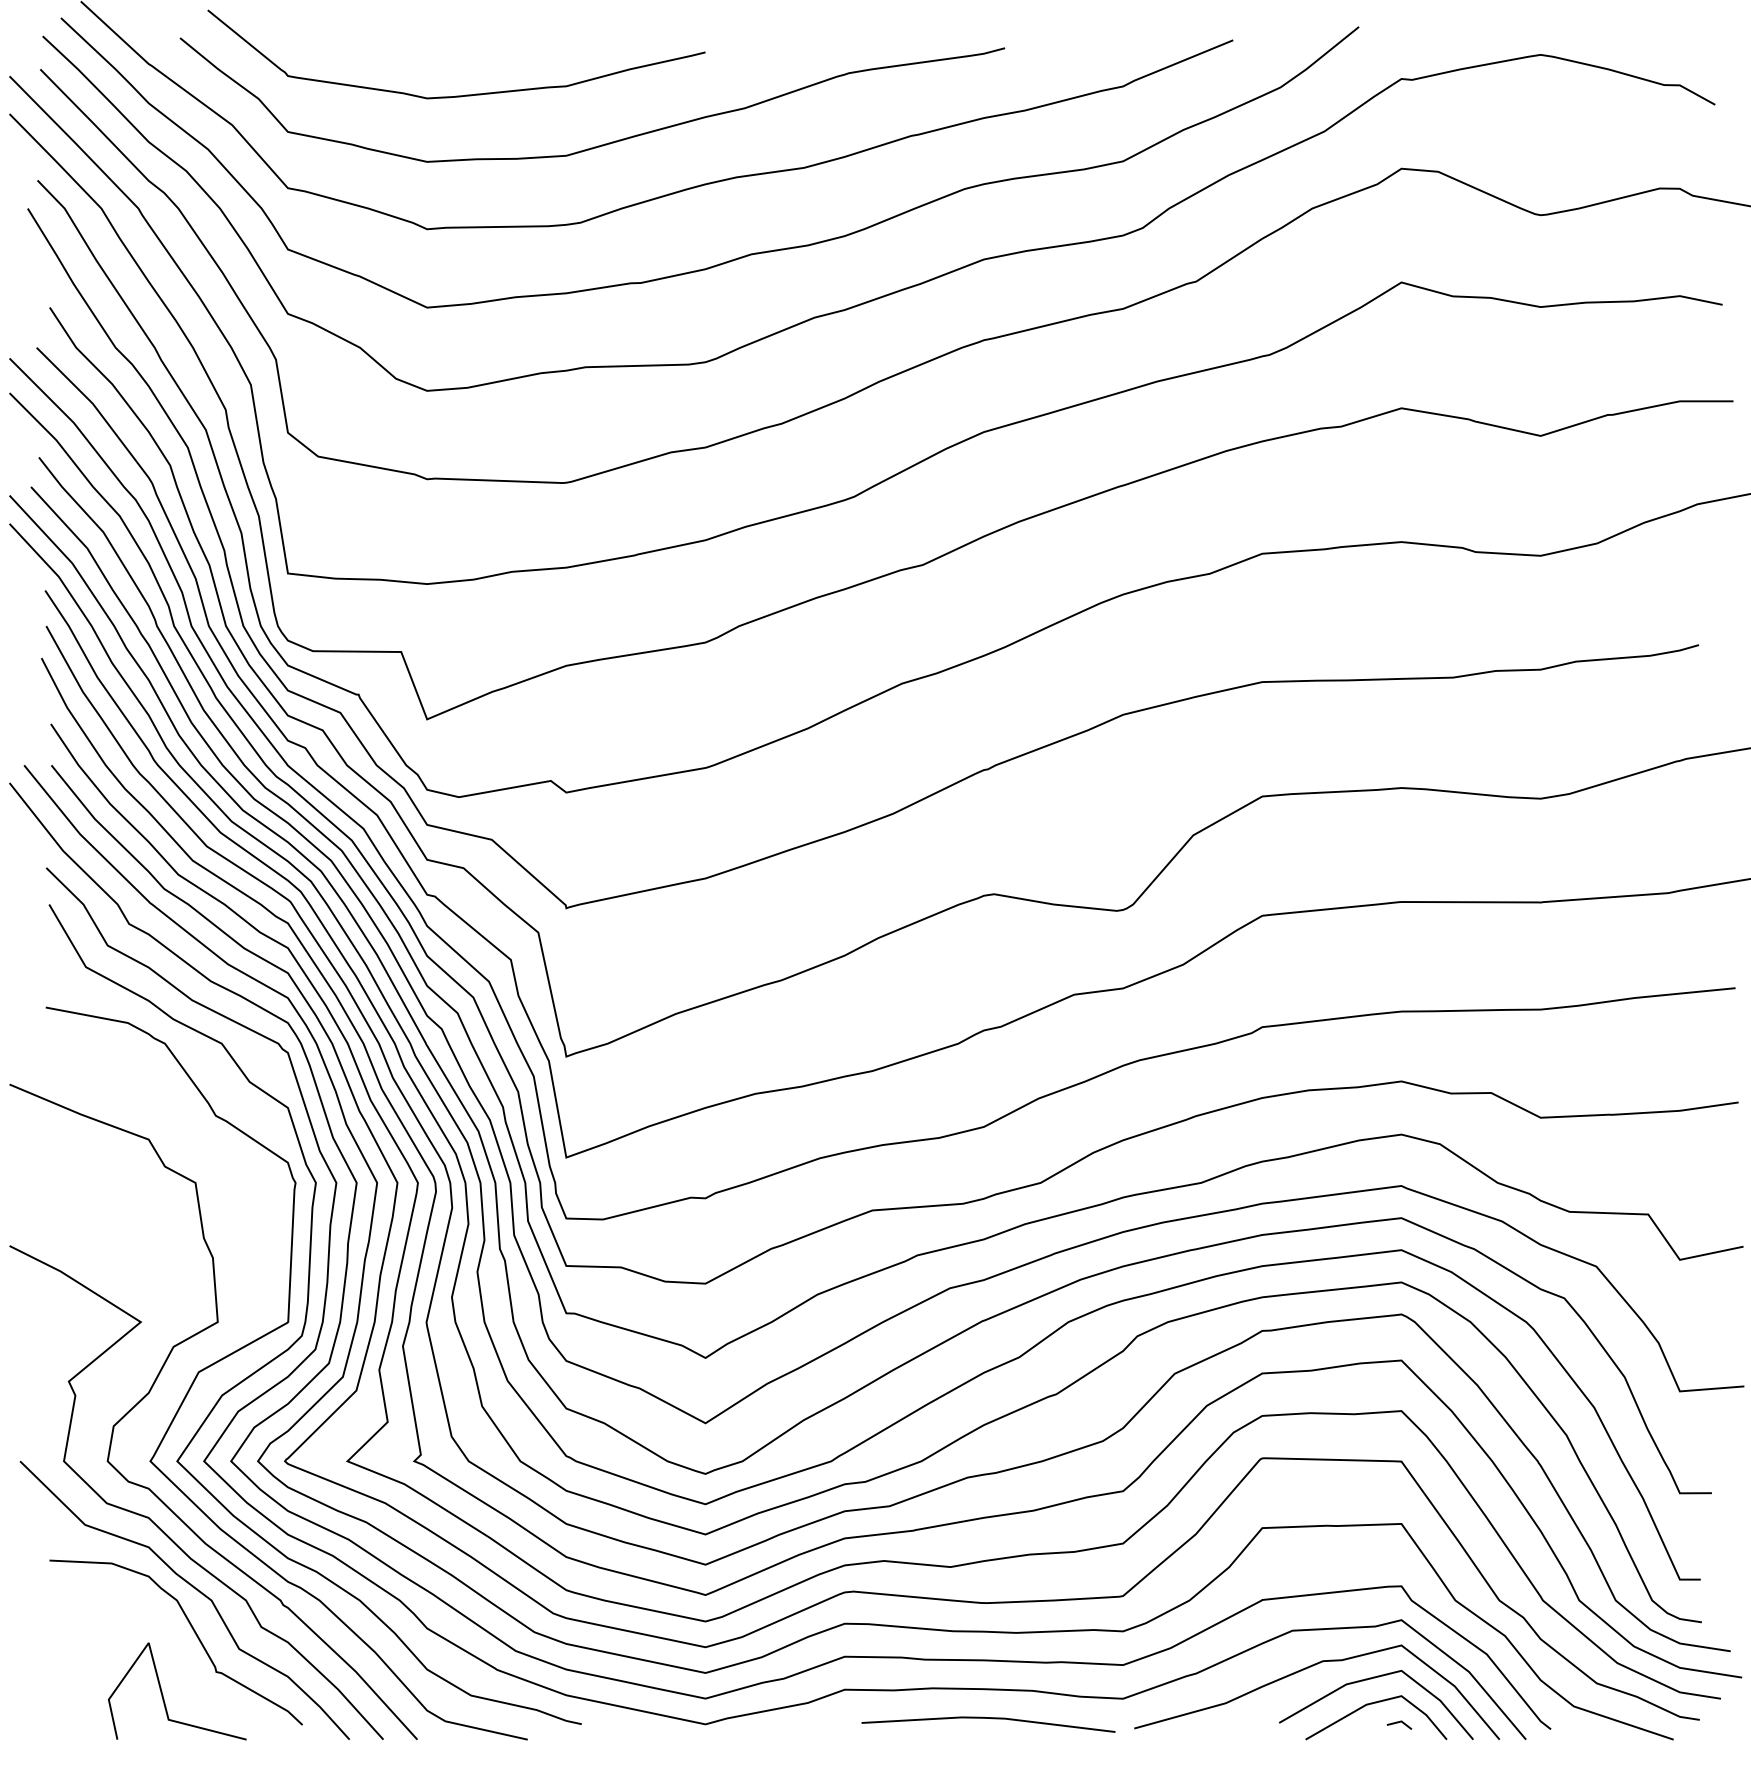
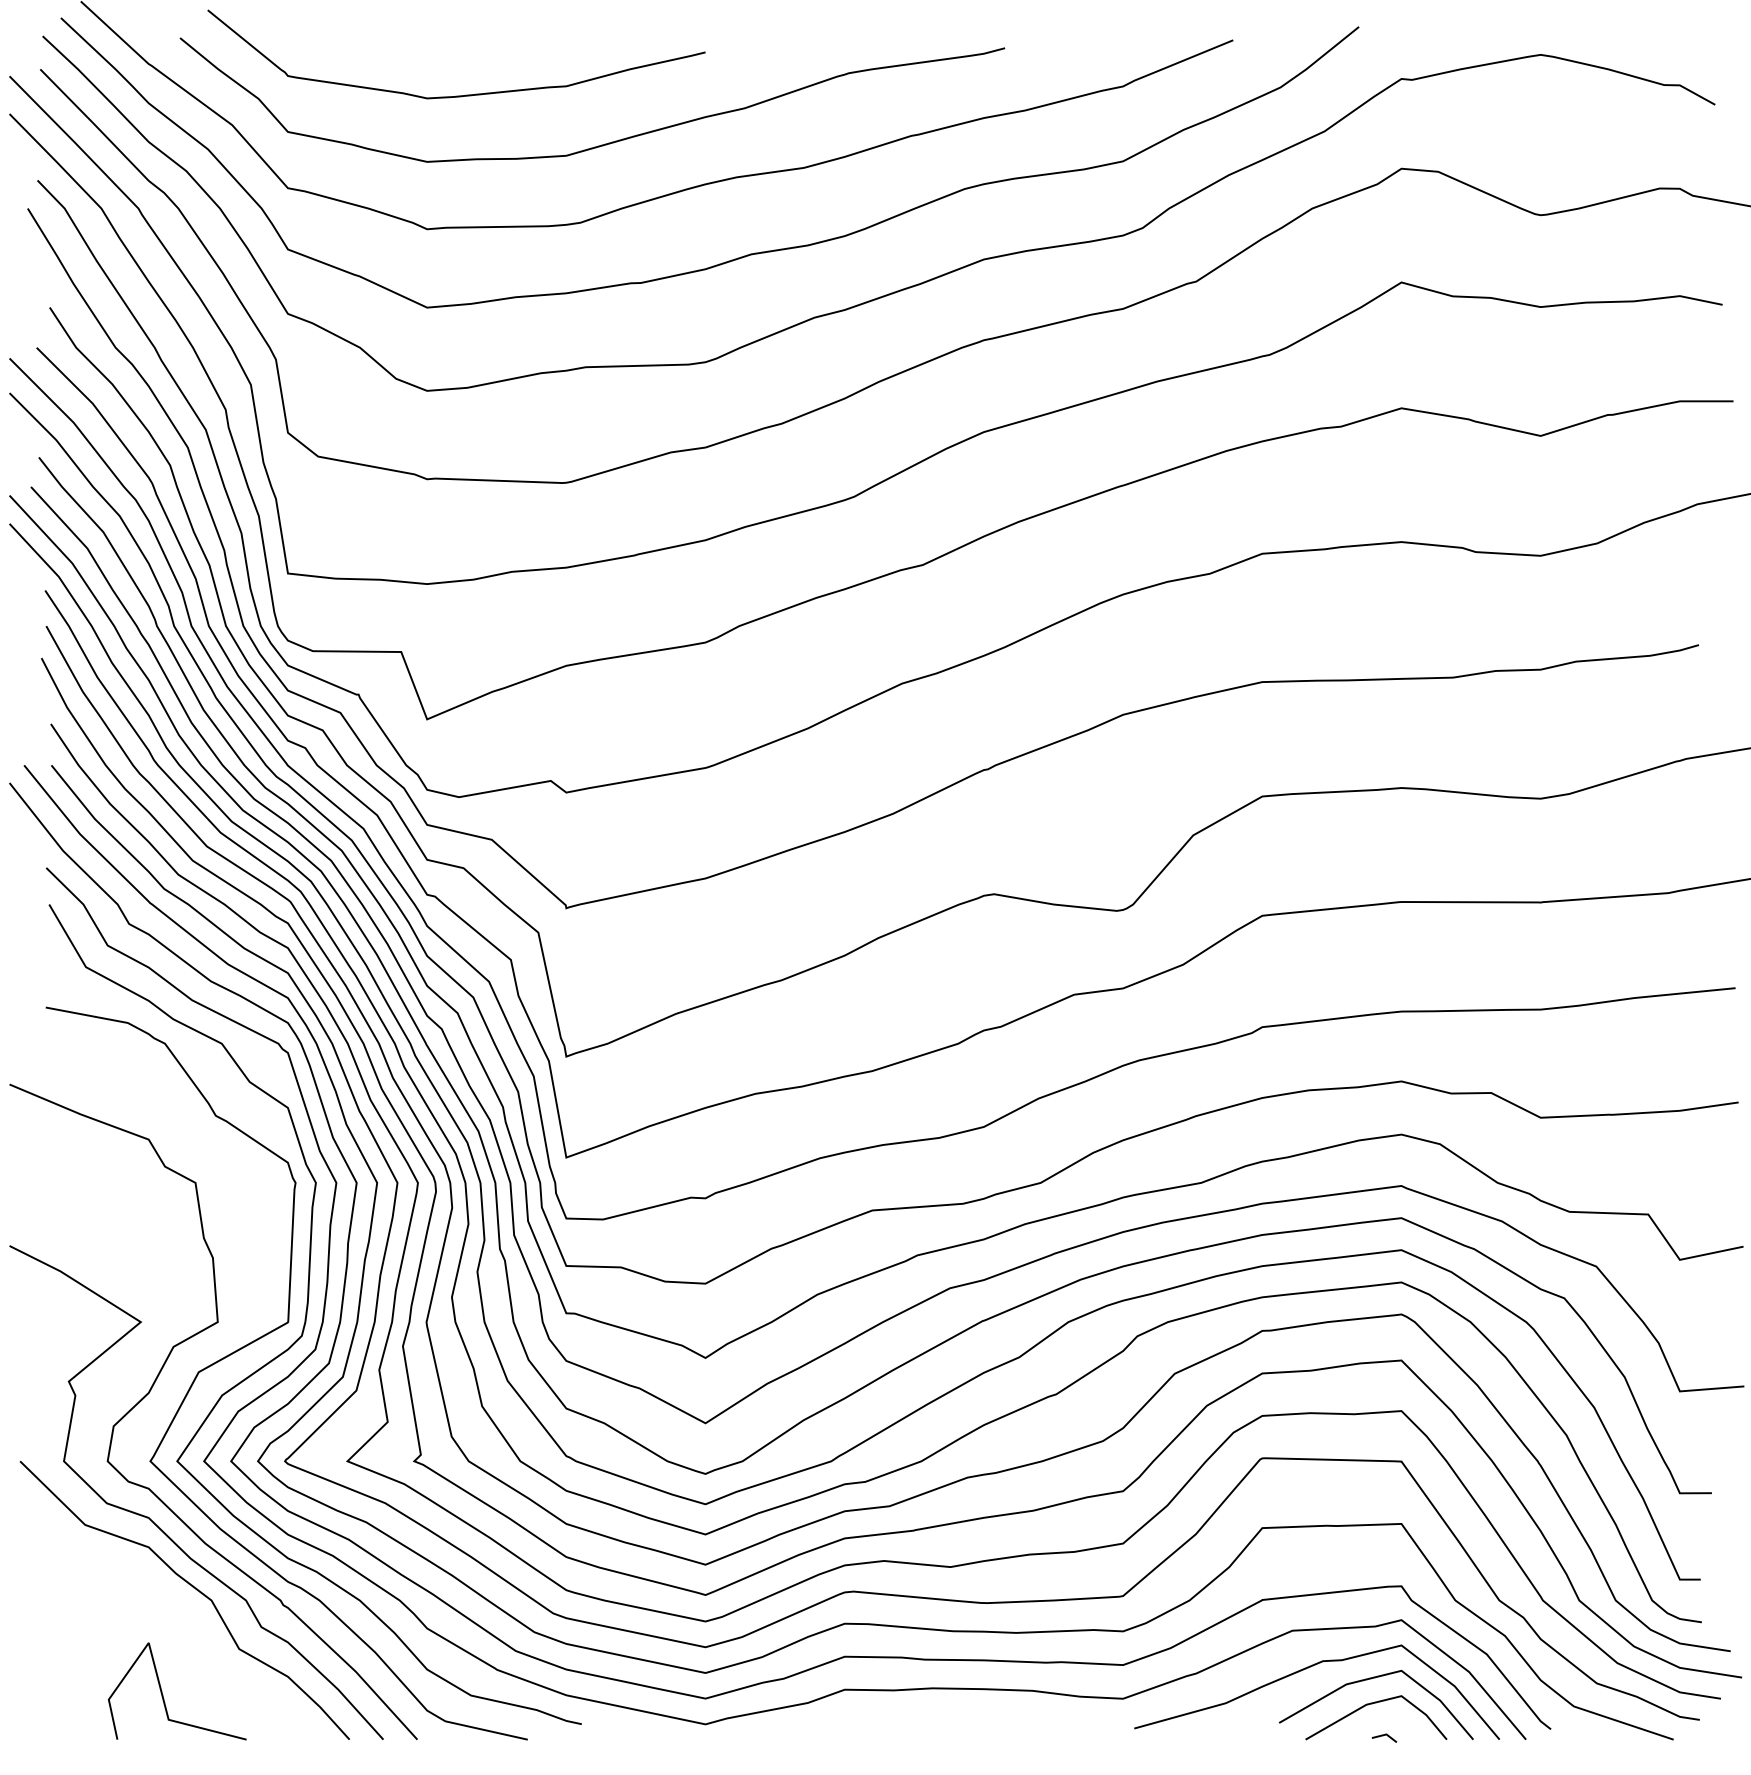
curve at (194, 1633): present -> none
line at (988, 1718): present -> none
line at (1398, 1723) position: (1398, 1723) -> (1383, 1736)
